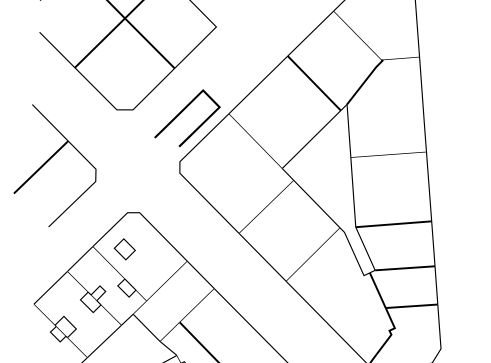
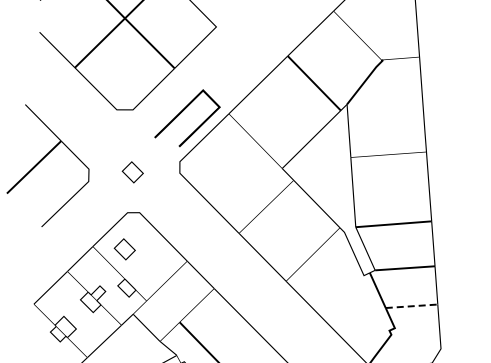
part at (49, 160) position: (49, 160) -> (42, 160)
part at (132, 172): none -> present
line at (412, 306): solid -> dashed
